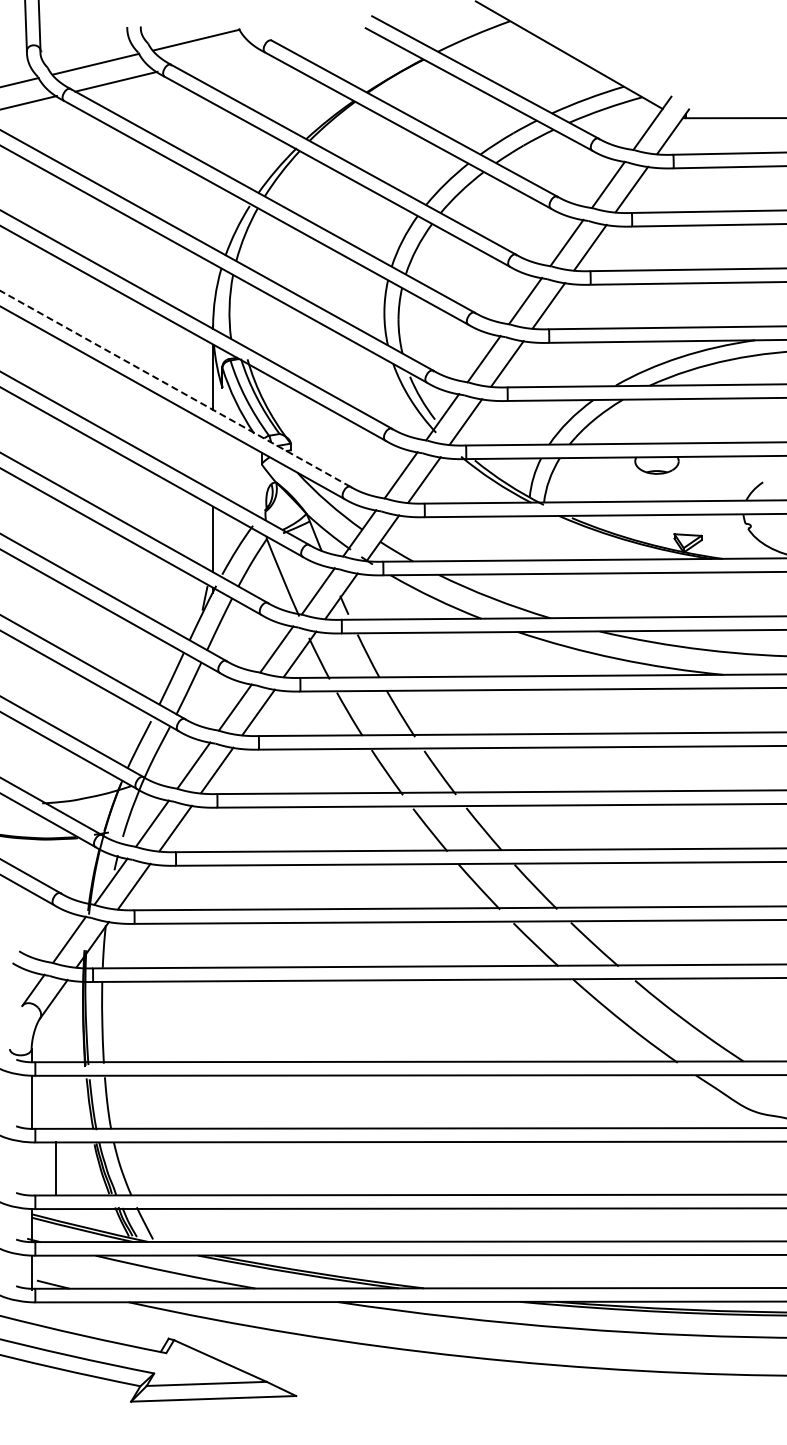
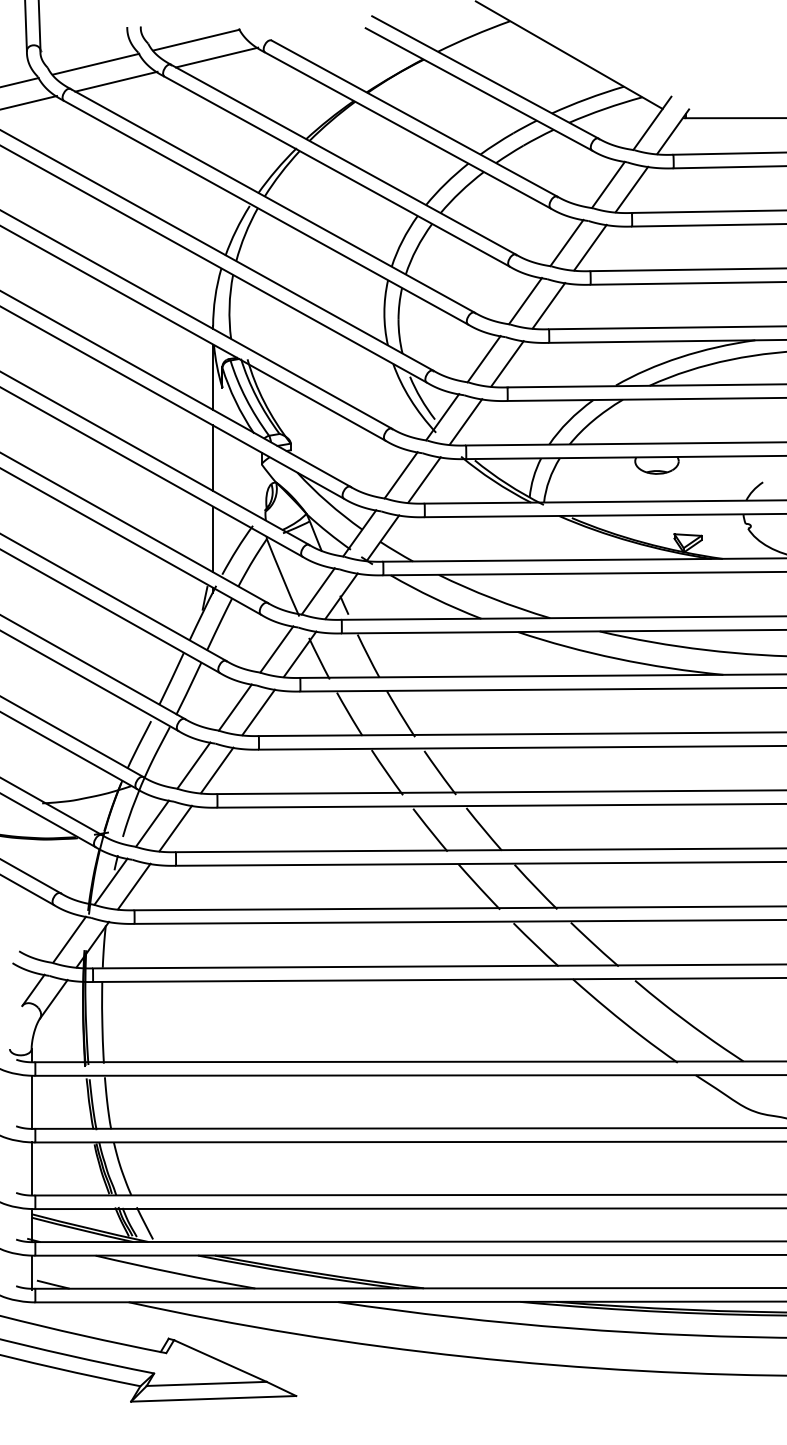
line at (216, 57): none -> present
line at (175, 388): dashed -> solid
line at (213, 458): none -> present
line at (55, 1168) position: (55, 1168) -> (31, 1168)
